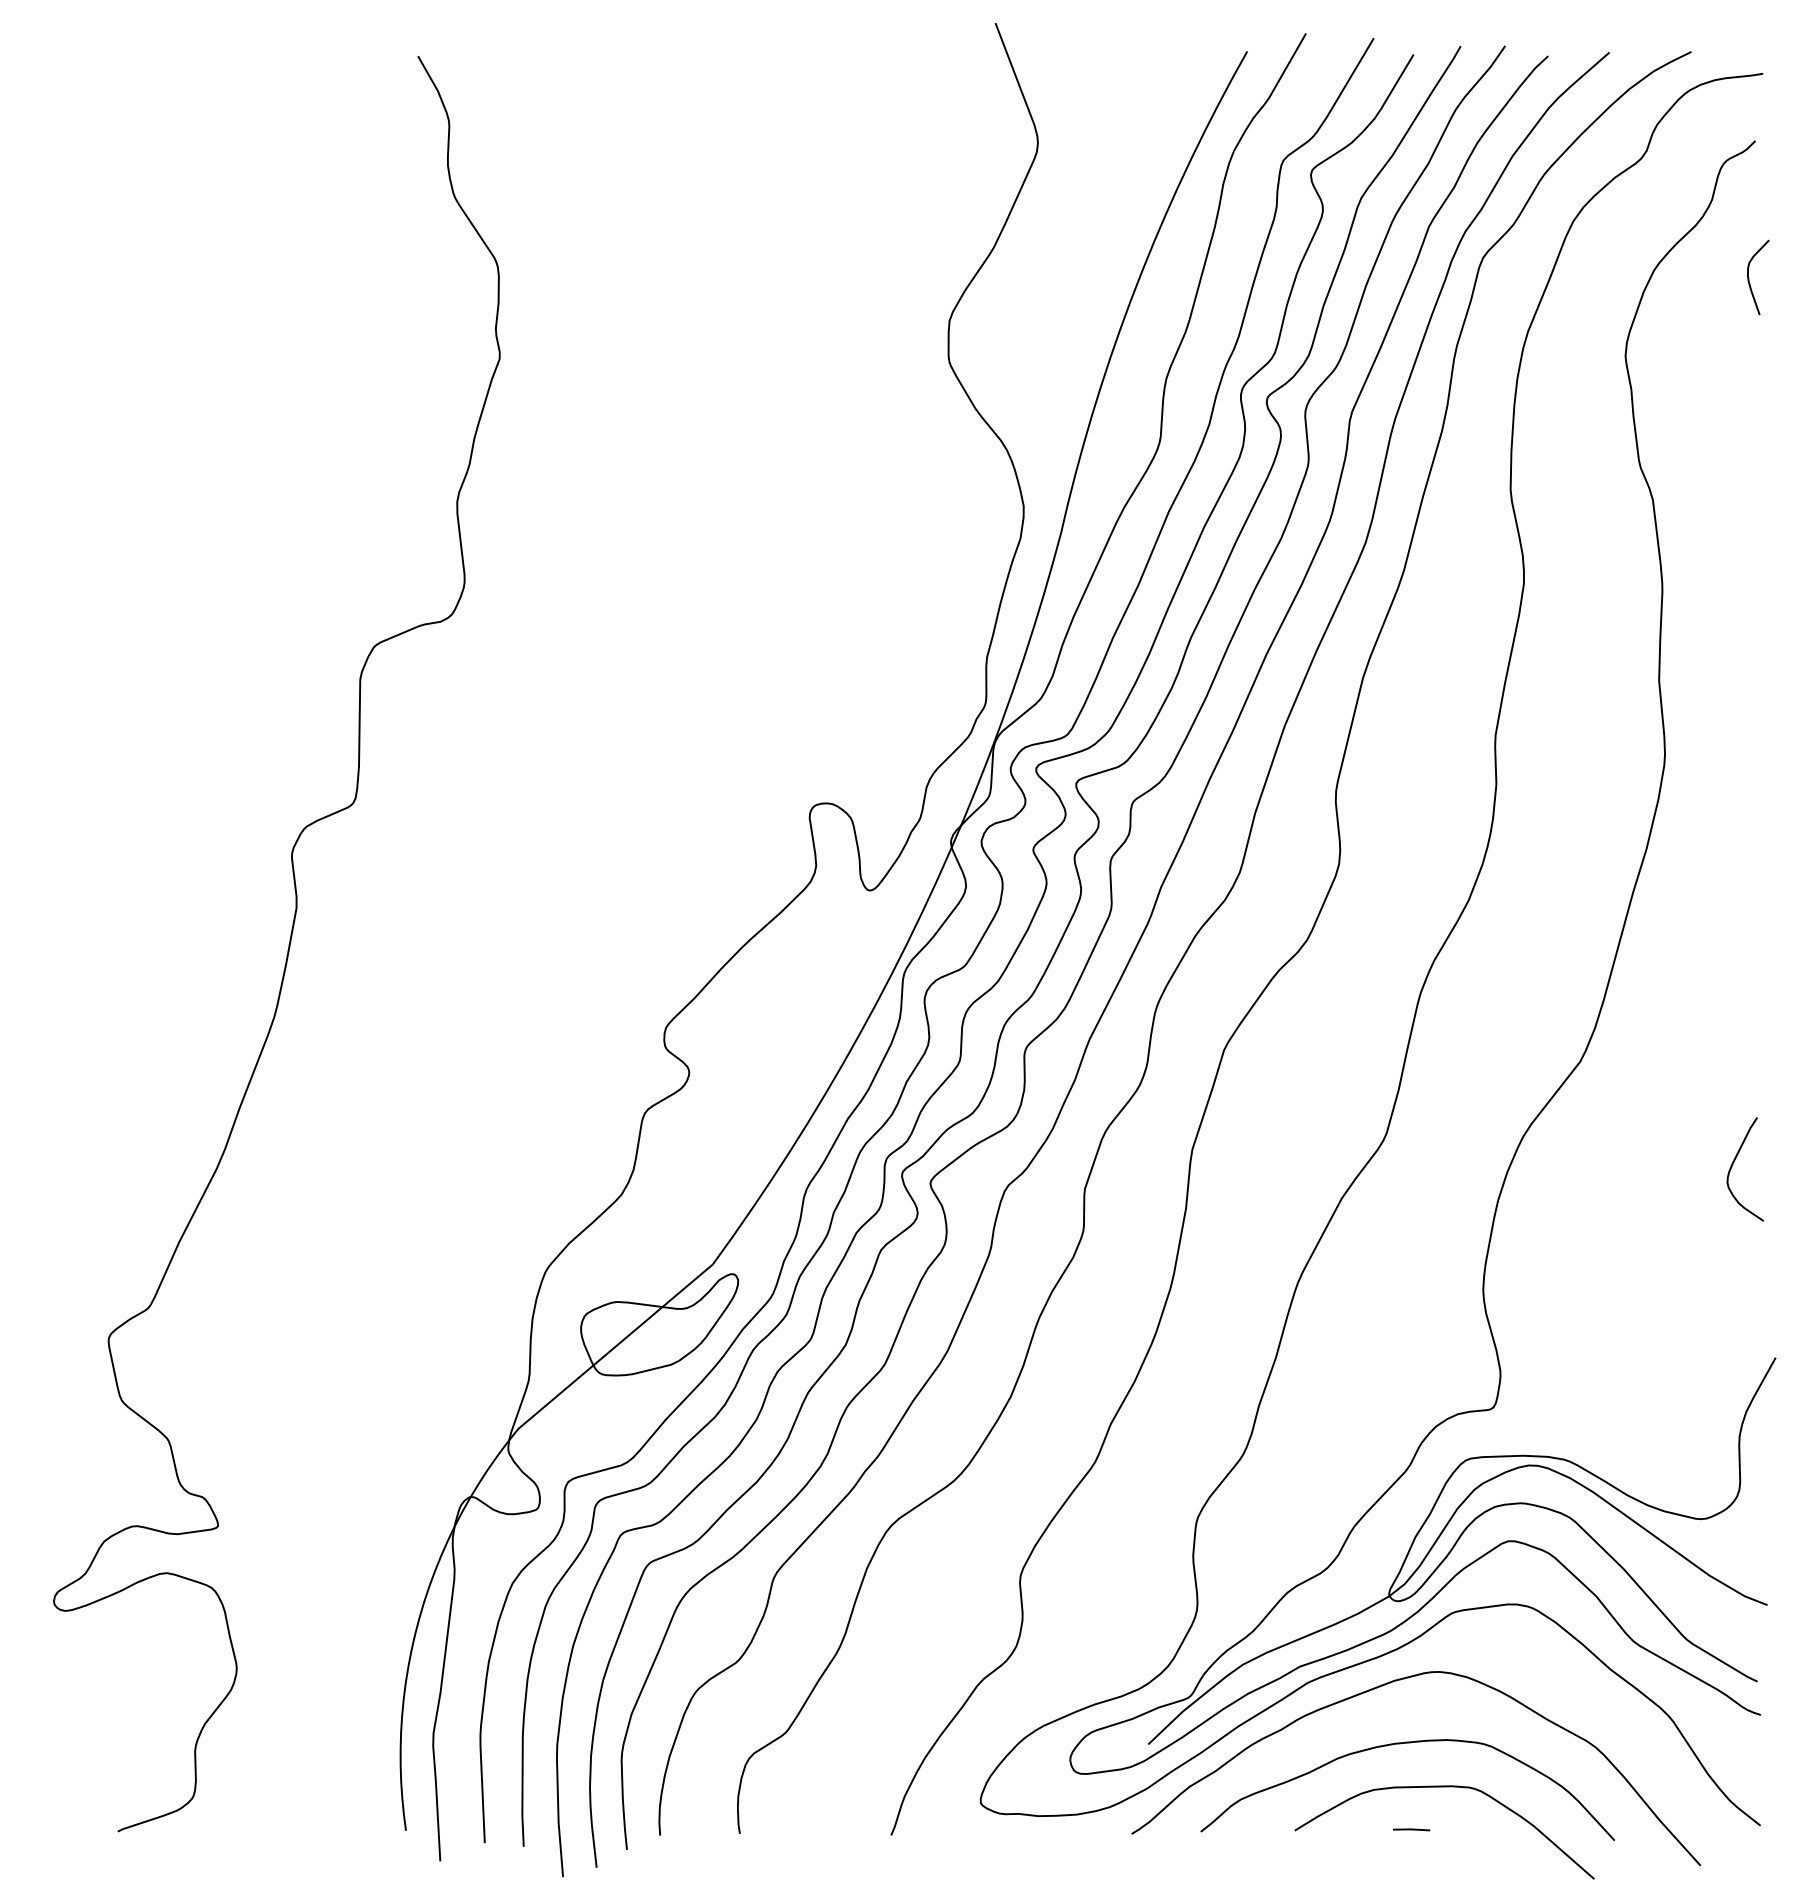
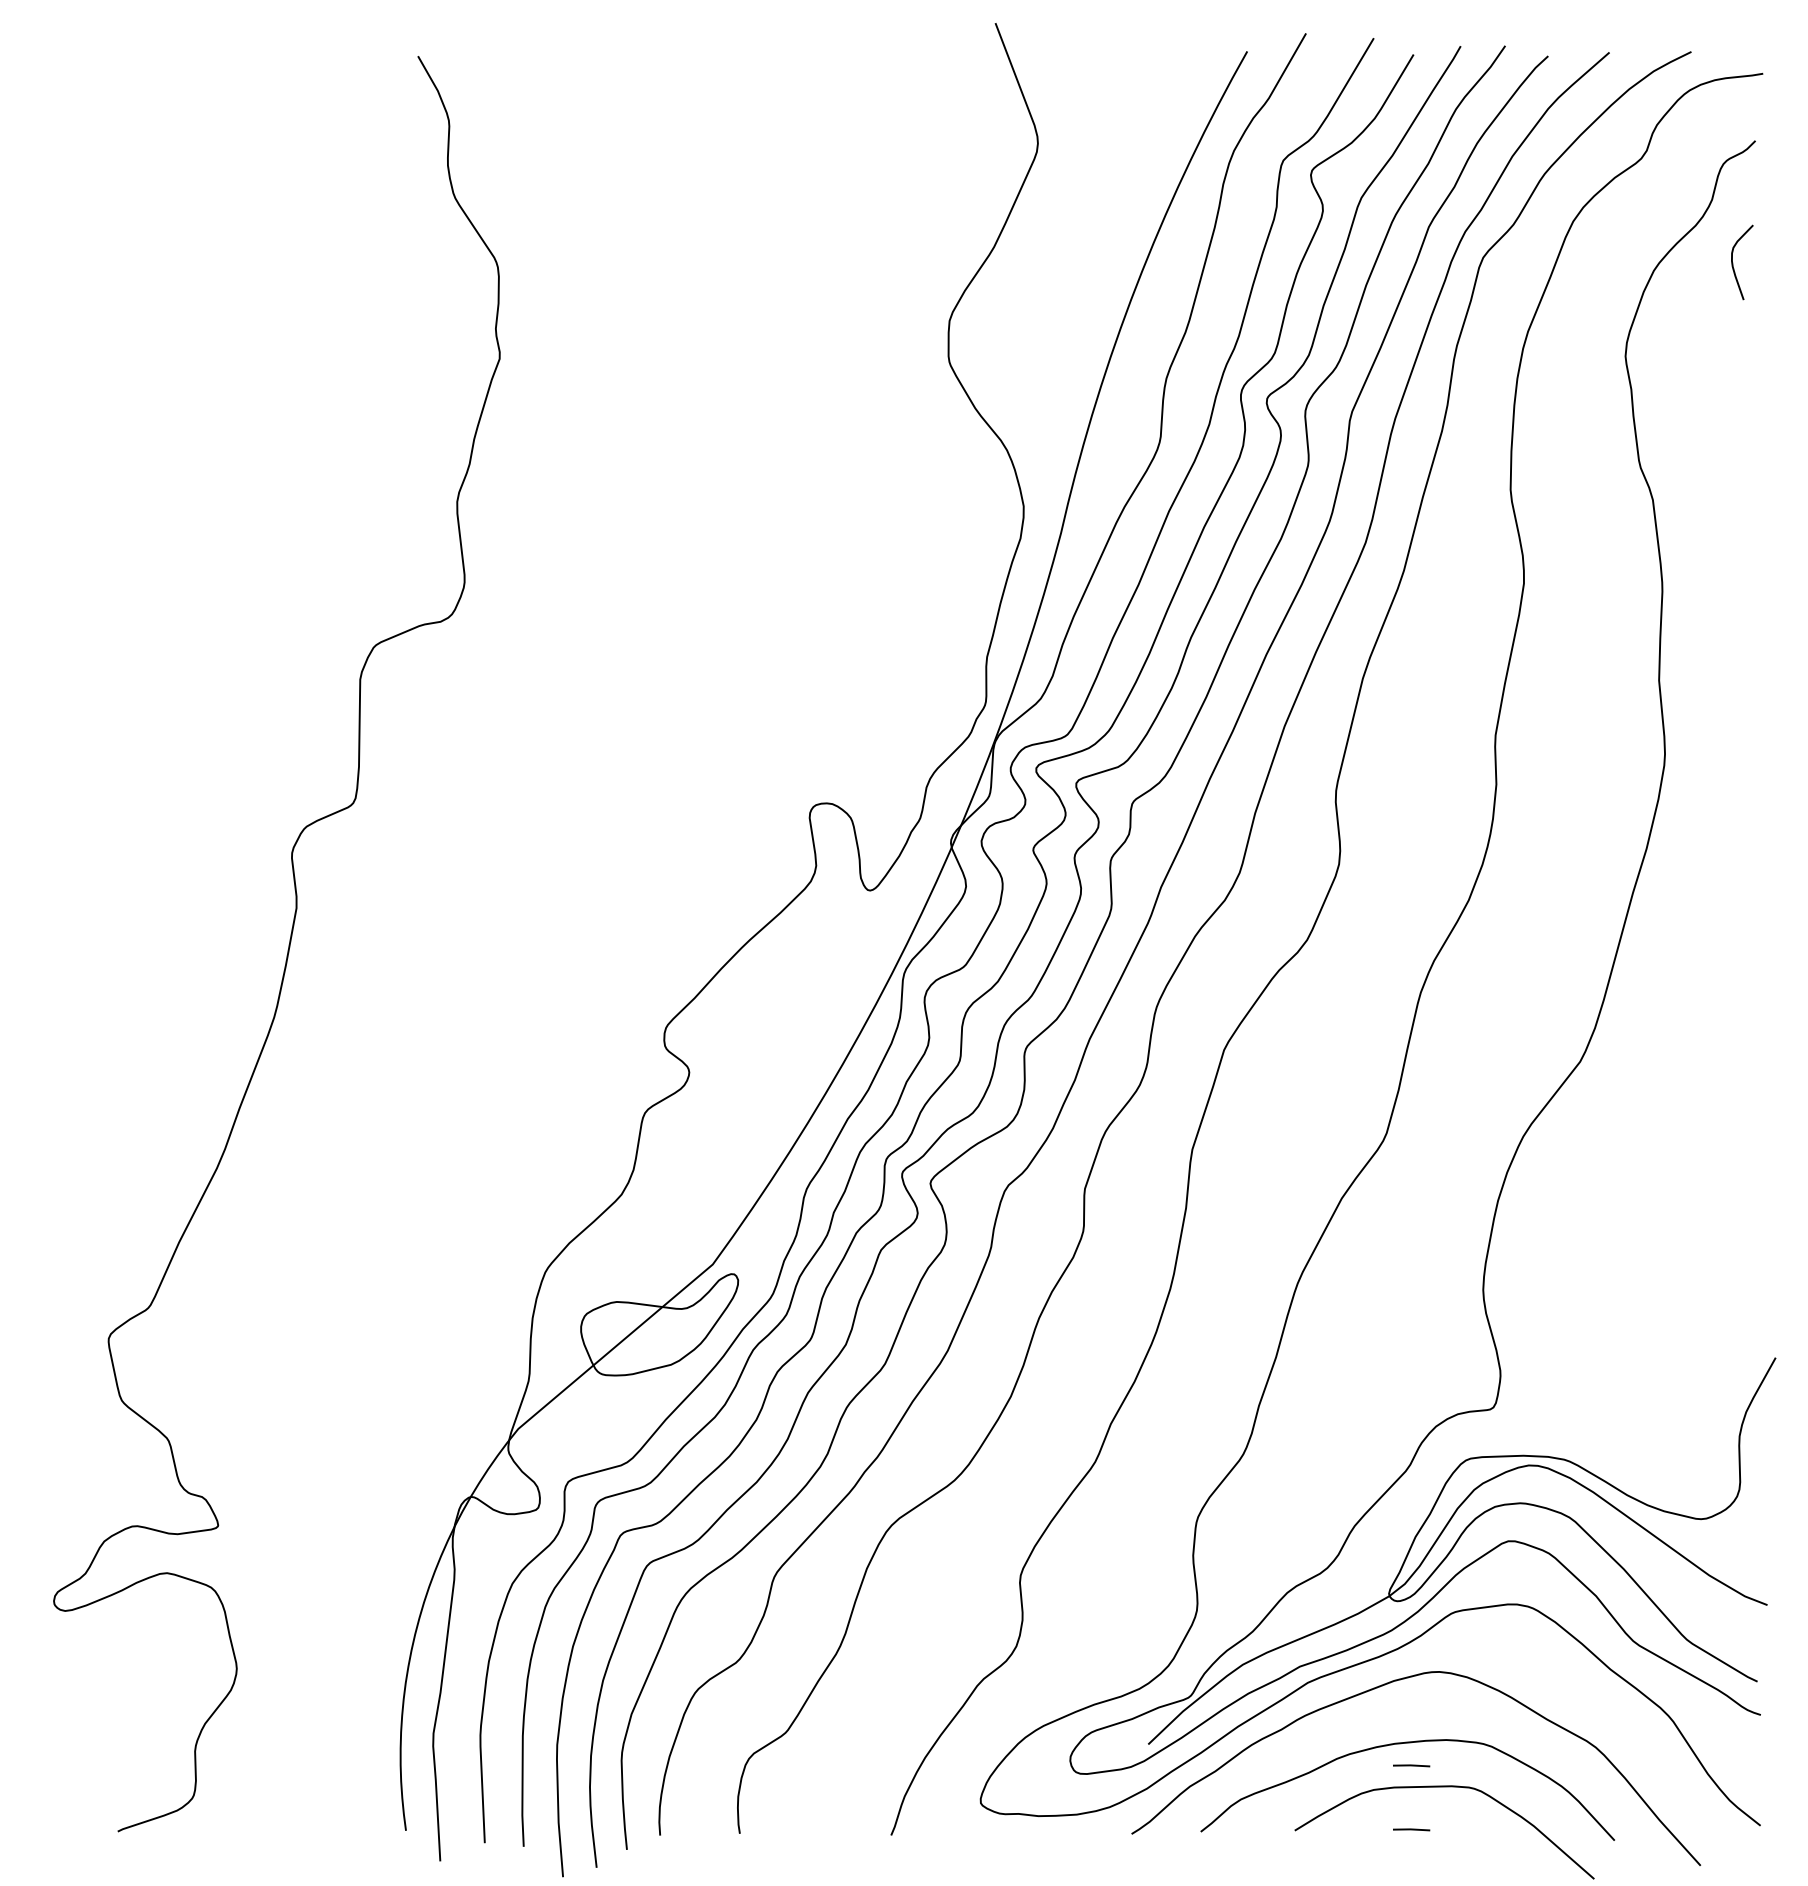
curve at (1749, 277) position: (1749, 277) -> (1733, 262)
curve at (1733, 1164): present -> none
line at (1411, 1765): none -> present
